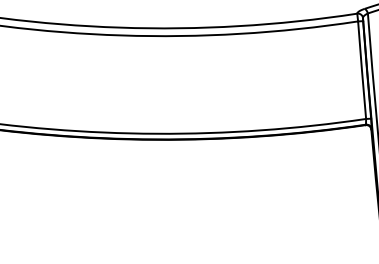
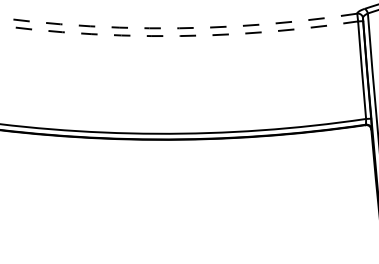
arc at (179, 28): solid -> dashed
arc at (179, 36): solid -> dashed
